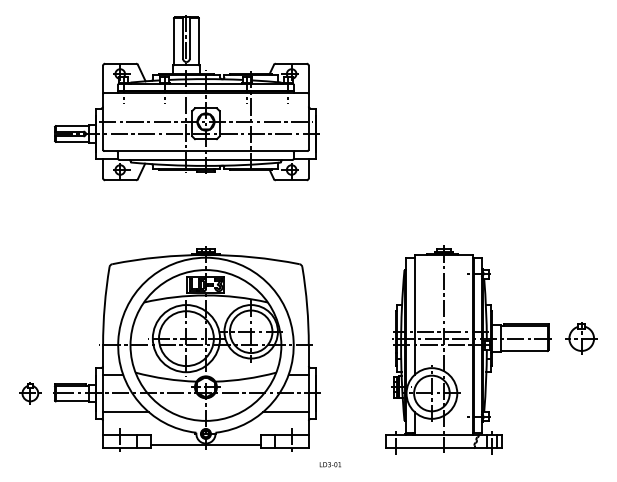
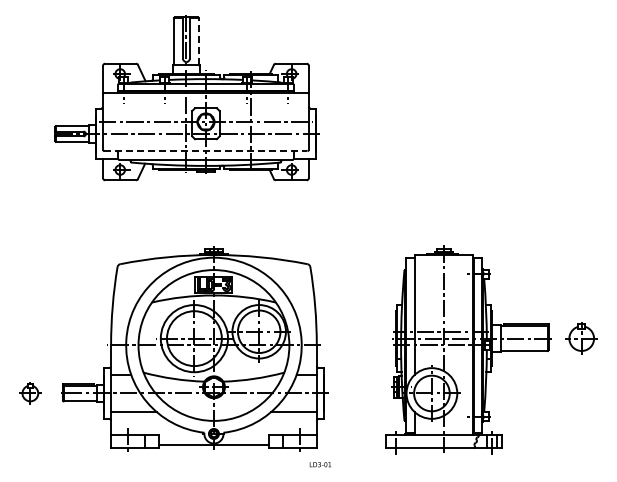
line at (198, 40): solid -> dashed
line at (206, 151): solid -> dashed
part at (186, 348) position: (186, 348) -> (194, 348)
text at (329, 464) position: (329, 464) -> (319, 464)
